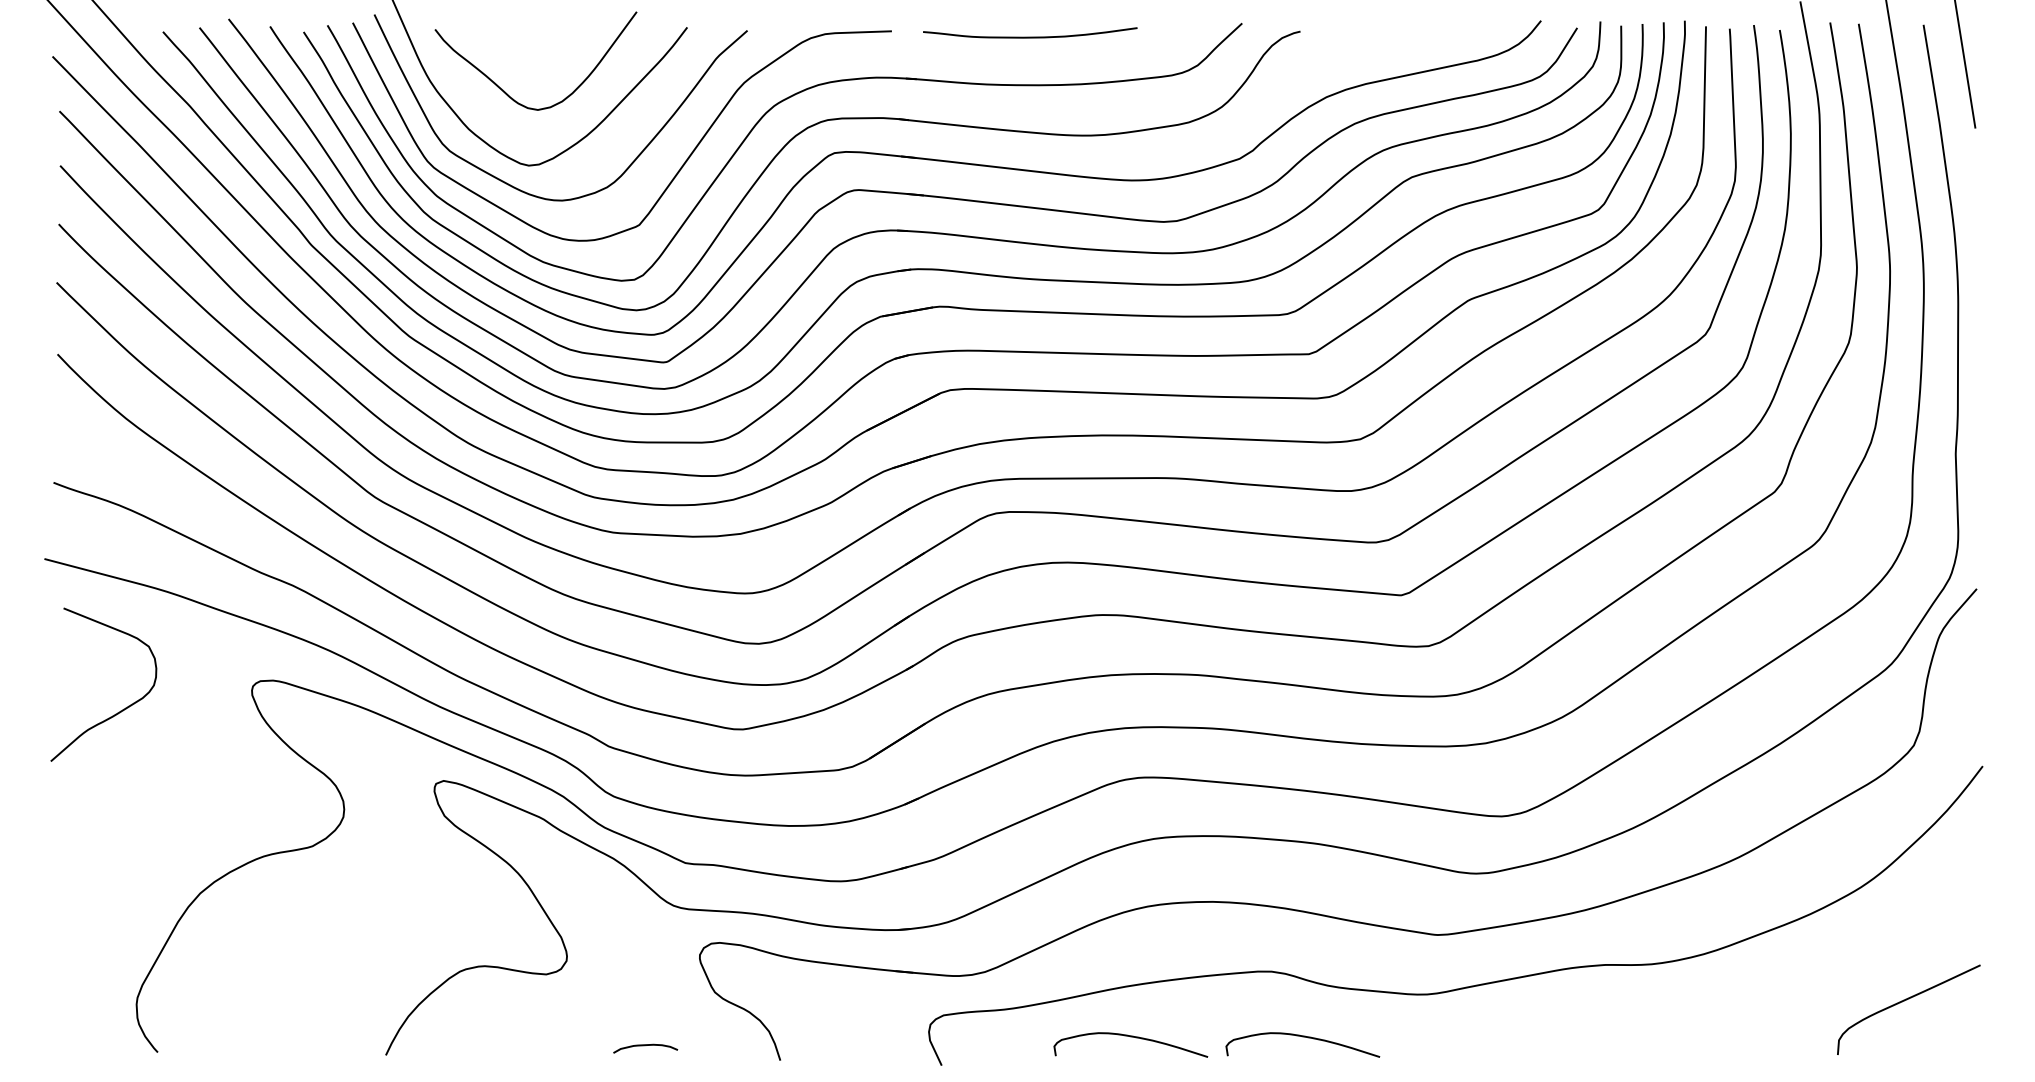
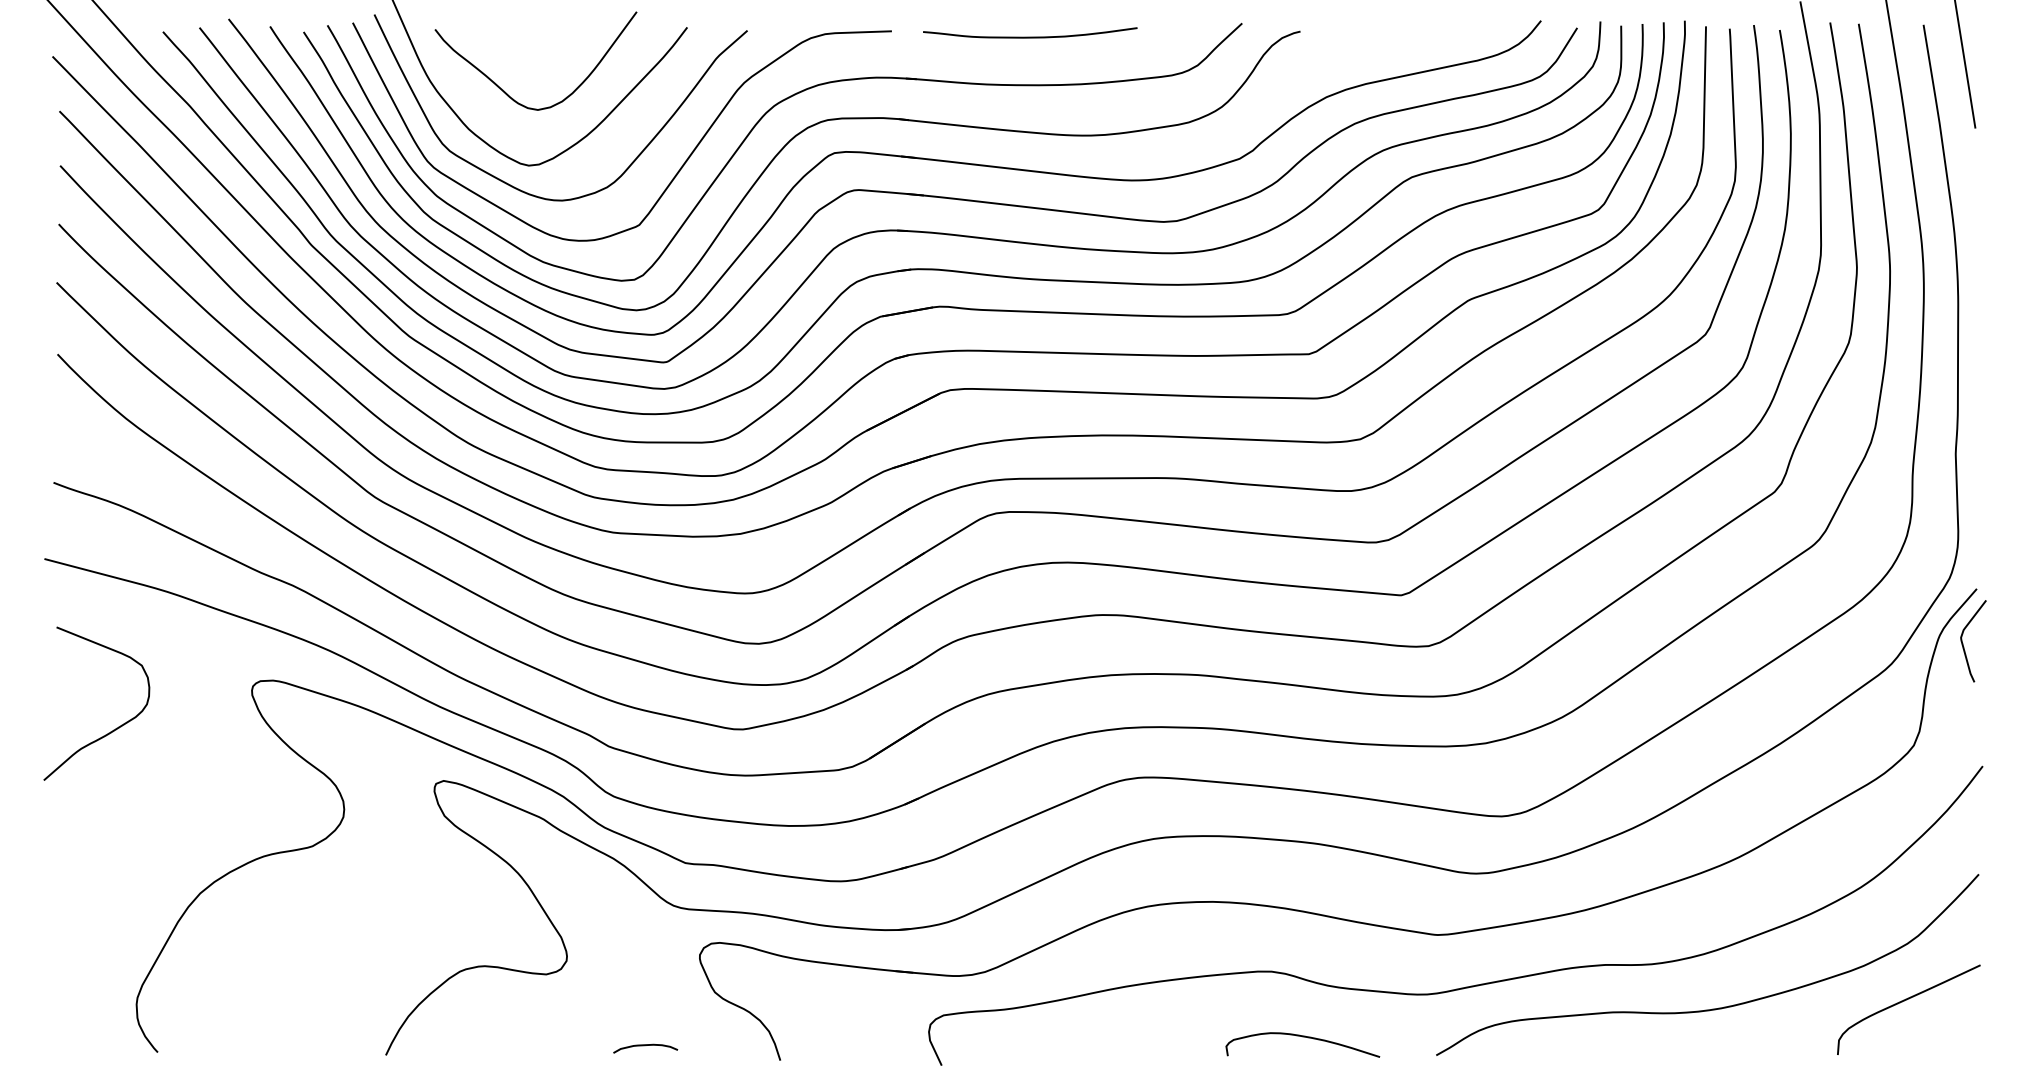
curve at (1963, 643): none -> present
curve at (120, 710) position: (120, 710) -> (113, 729)
curve at (1712, 1008): none -> present
curve at (1130, 1037): present -> none
